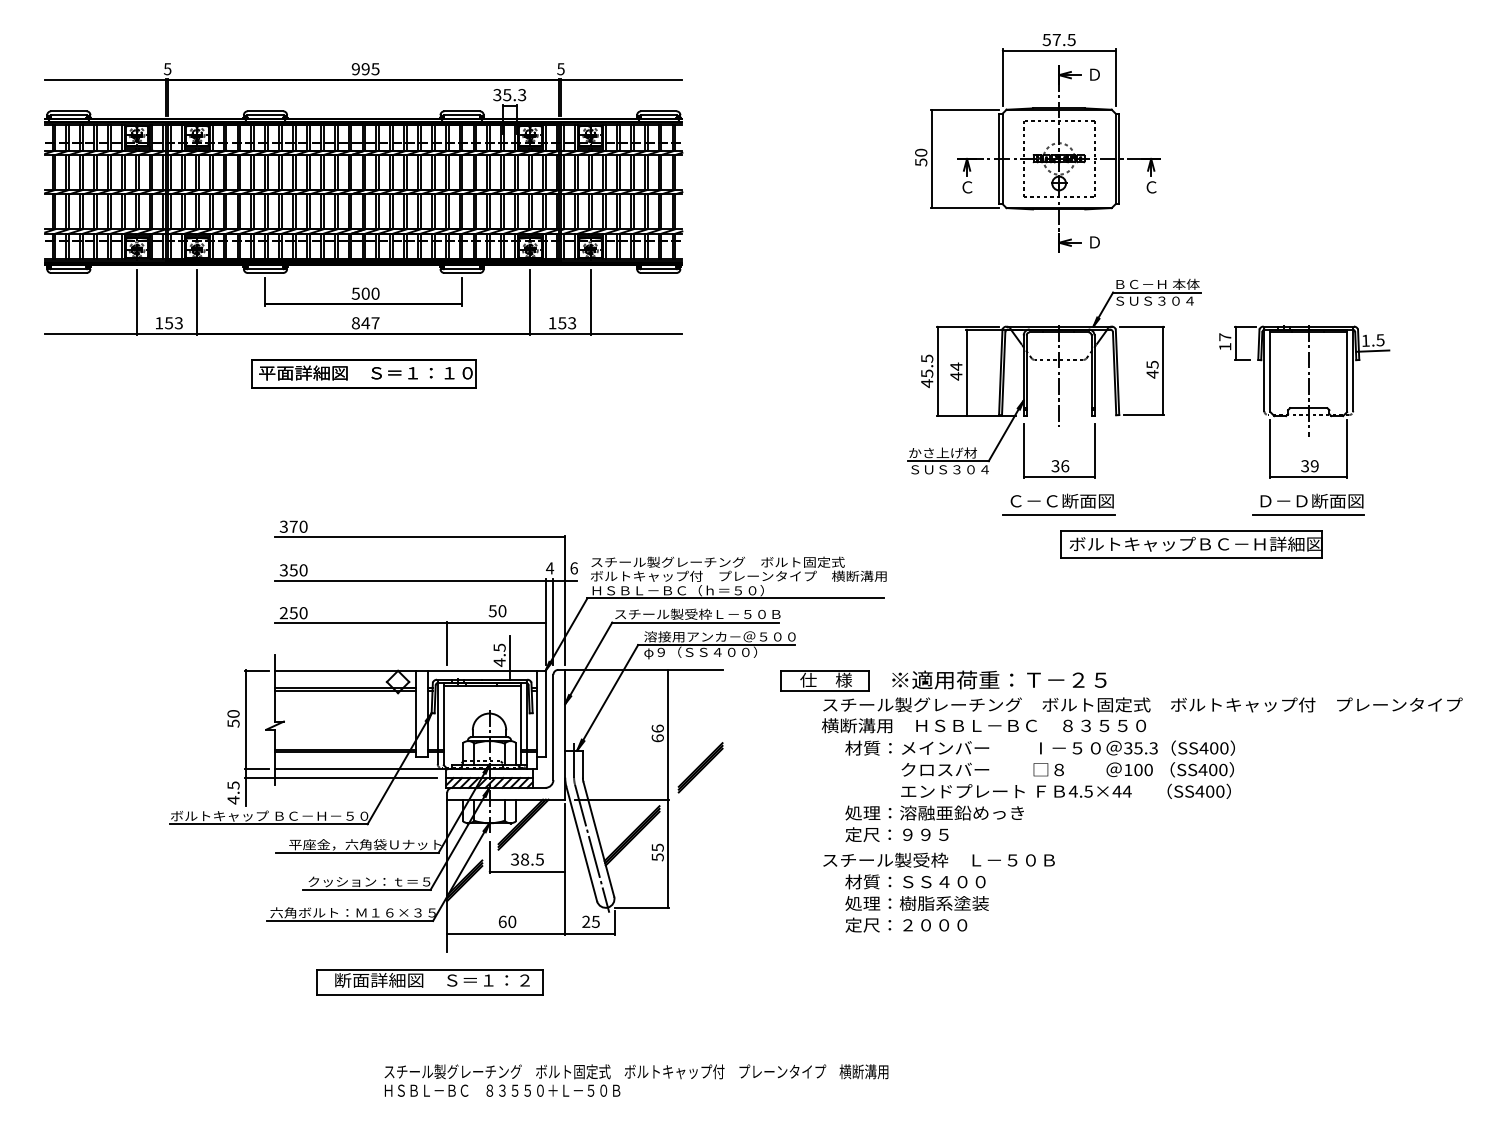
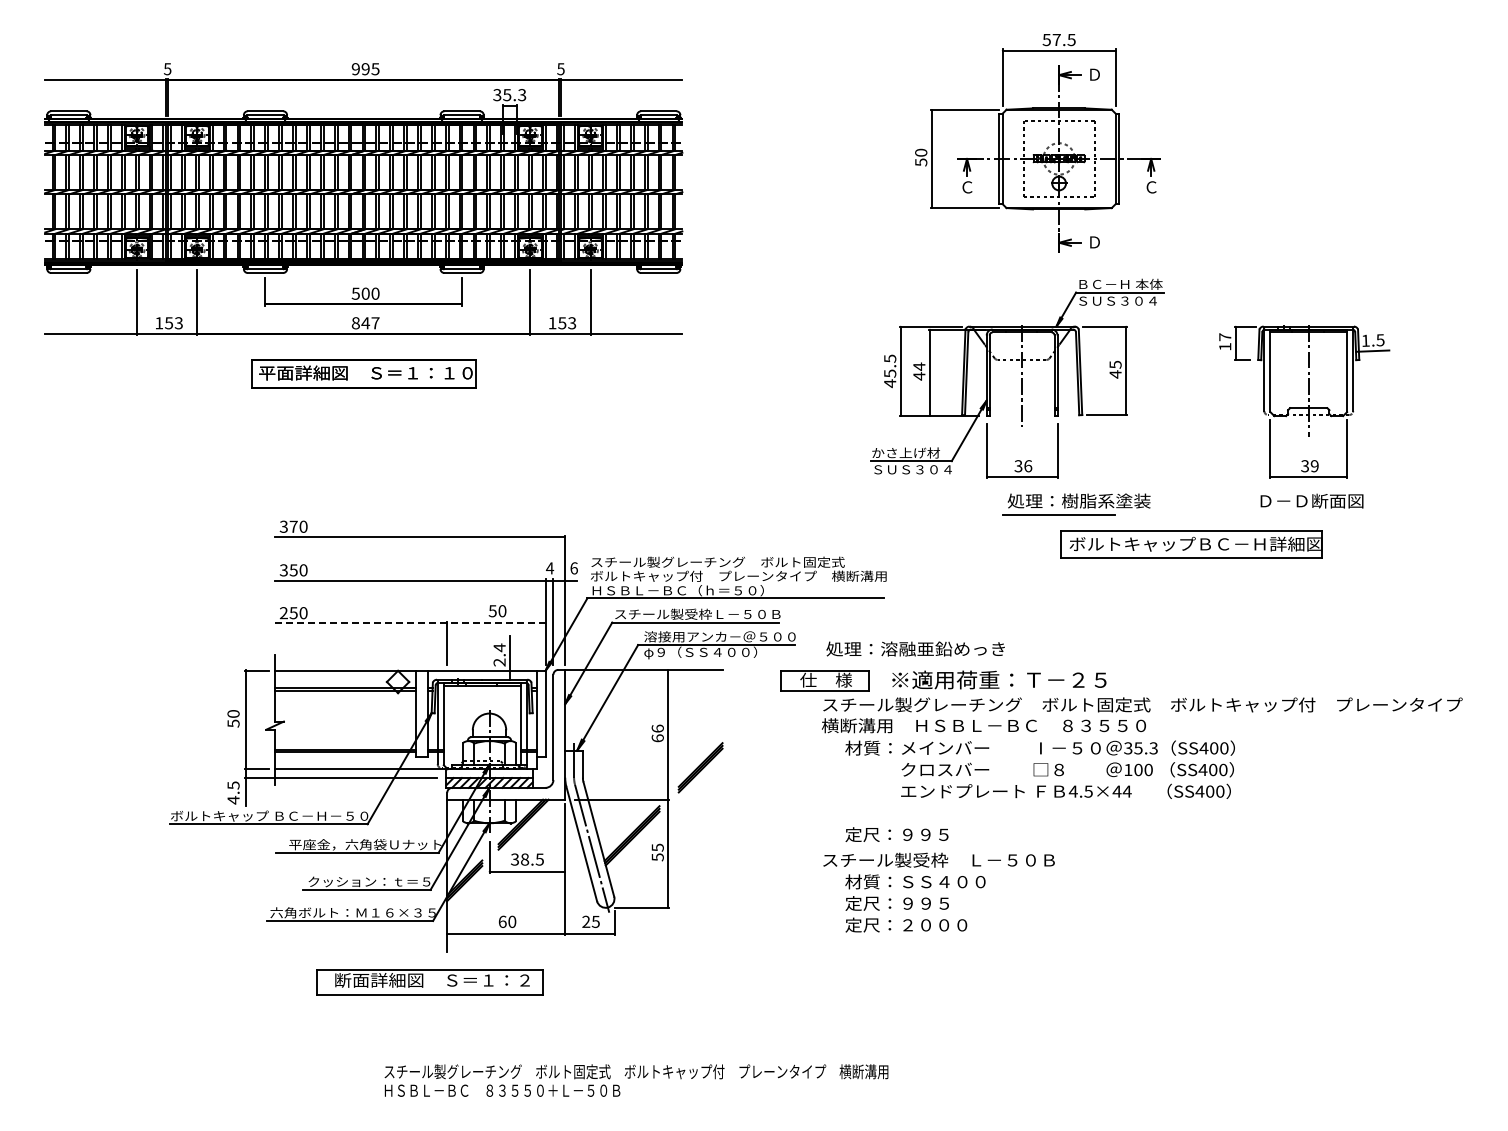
part at (1054, 378) position: (1054, 378) -> (1017, 378)
text at (1078, 500): Ｃ－Ｃ断面図 -> 処理：樹脂系塗装
line at (1308, 515): present -> none
line at (410, 623): solid -> dashed
text at (499, 654): 4.5 -> 2.4
text at (934, 812) position: (934, 812) -> (915, 648)
text at (916, 903): 処理：樹脂系塗装 -> 定尺：９９５
